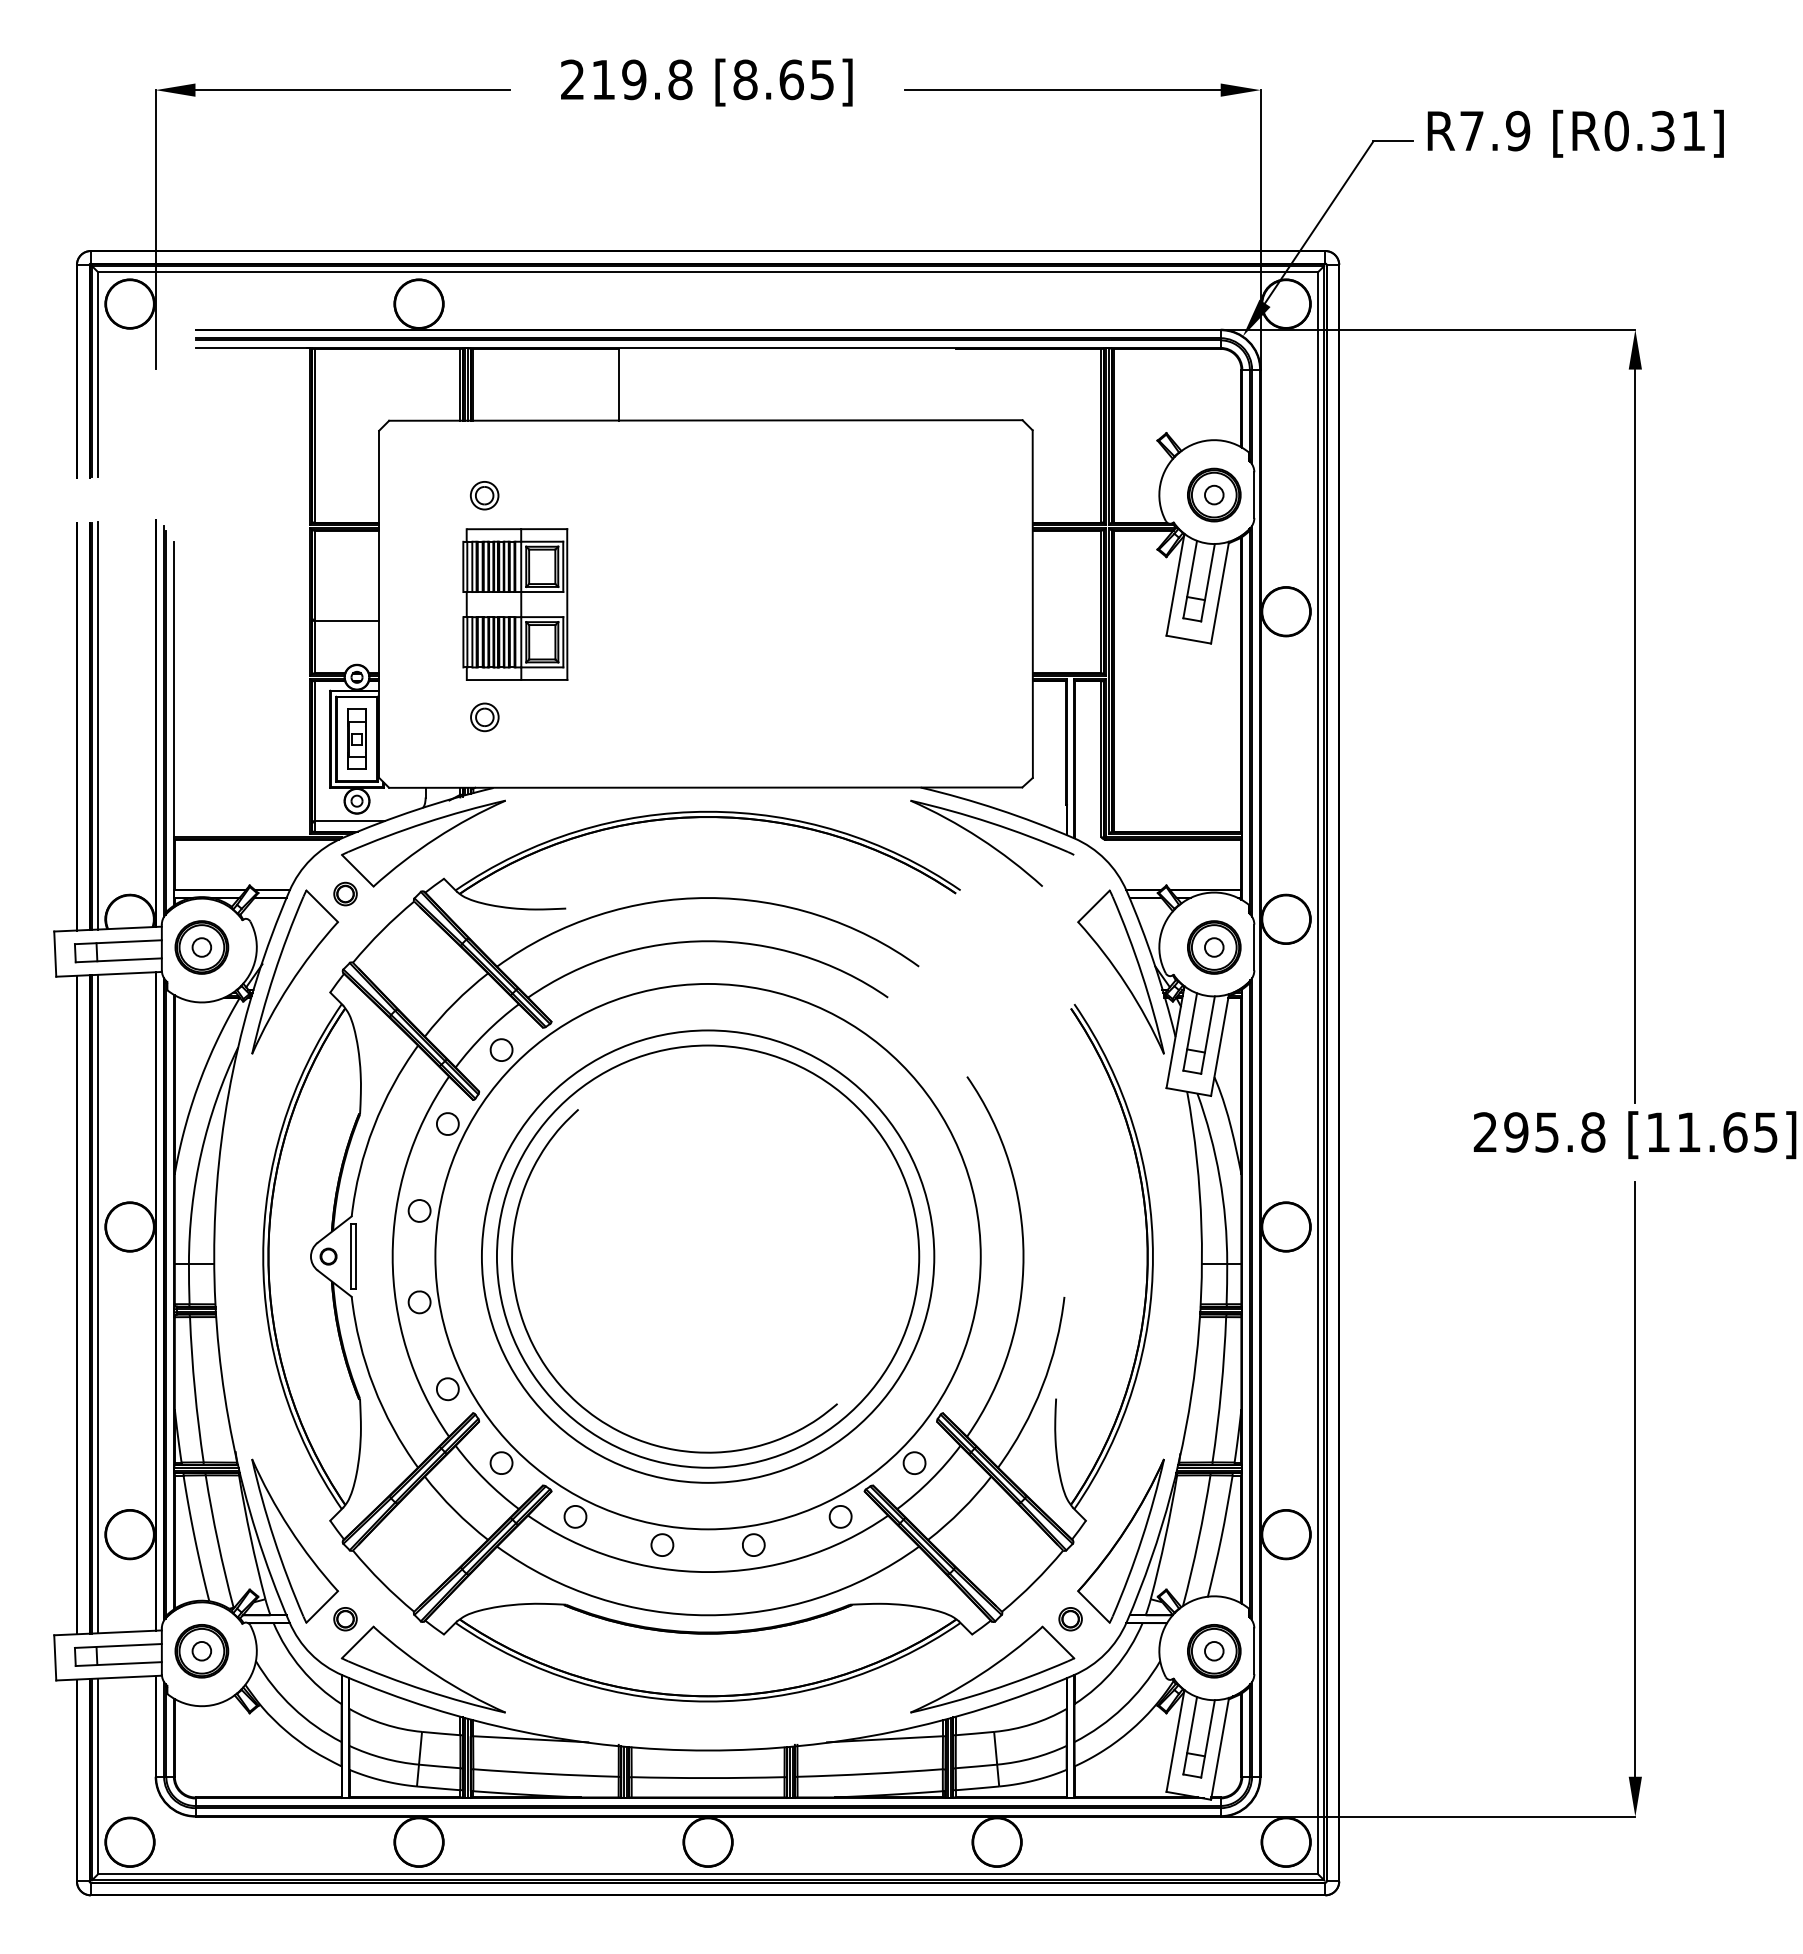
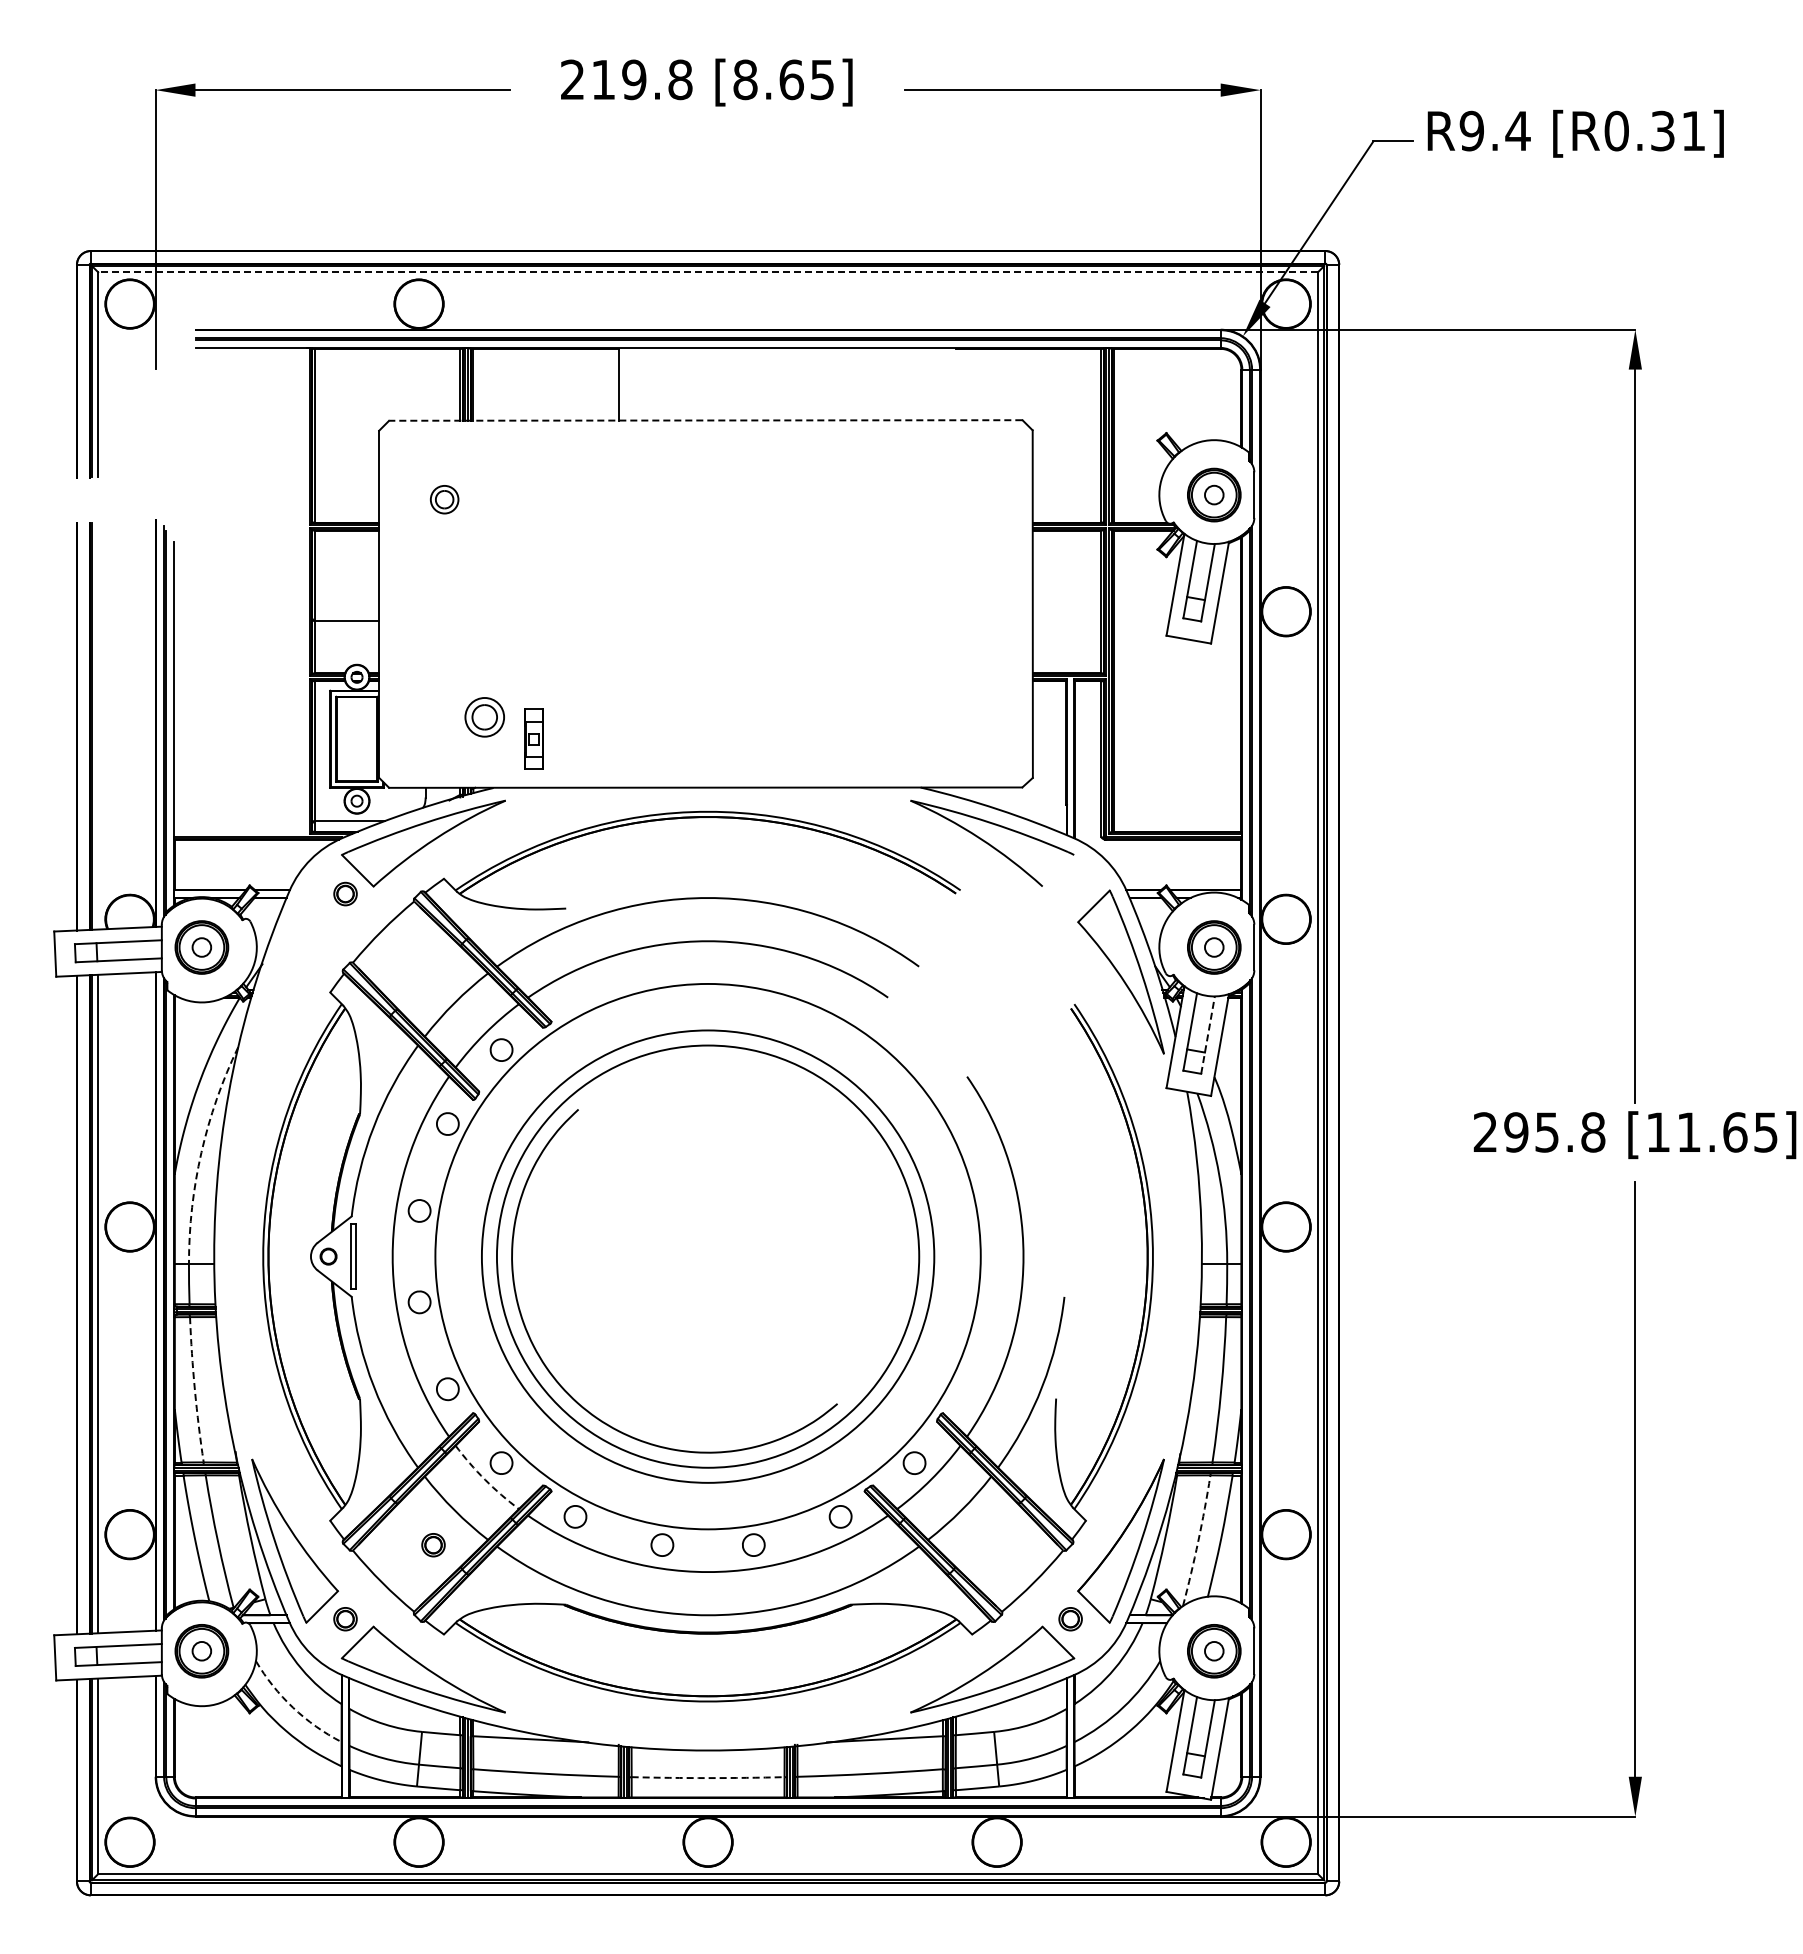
text at (1494, 130): R7.9 -> R9.4
line at (708, 272): solid -> dashed
line at (705, 420): solid -> dashed
part at (484, 495) position: (484, 495) -> (444, 499)
part at (515, 604): present -> none
part at (484, 717) size: 30x31 px -> 41x41 px
line at (98, 725): present -> none
part at (356, 738) position: (356, 738) -> (533, 738)
part at (294, 971): present -> none
line at (1208, 1034): solid -> dashed
arc at (201, 1152): solid -> dashed
arc at (194, 1389): solid -> dashed
arc at (485, 1479): solid -> dashed
arc at (1198, 1541): solid -> dashed
part at (433, 1545): none -> present
arc at (293, 1707): solid -> dashed
arc at (708, 1778): solid -> dashed
